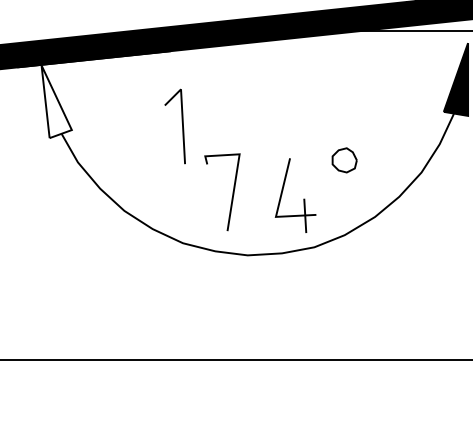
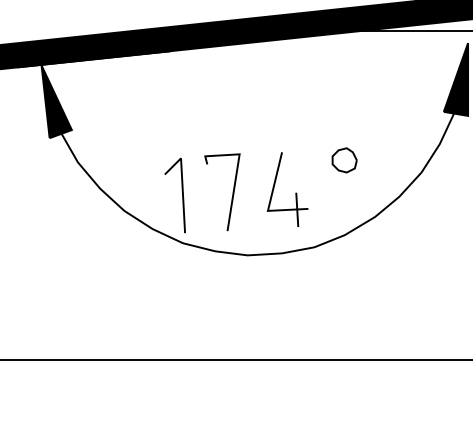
fill at (56, 101): none -> present
curve at (182, 126) position: (182, 126) -> (182, 195)
part at (303, 198) position: (303, 198) -> (295, 192)
